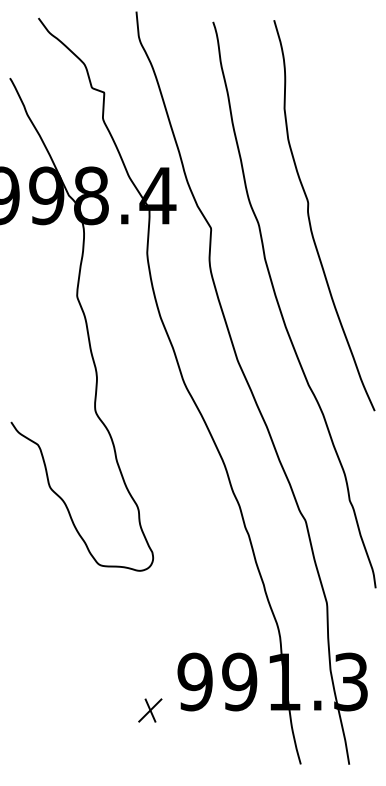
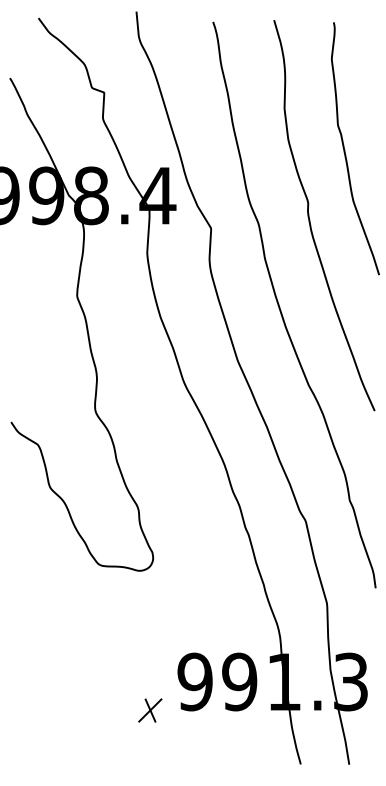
curve at (345, 150): none -> present
